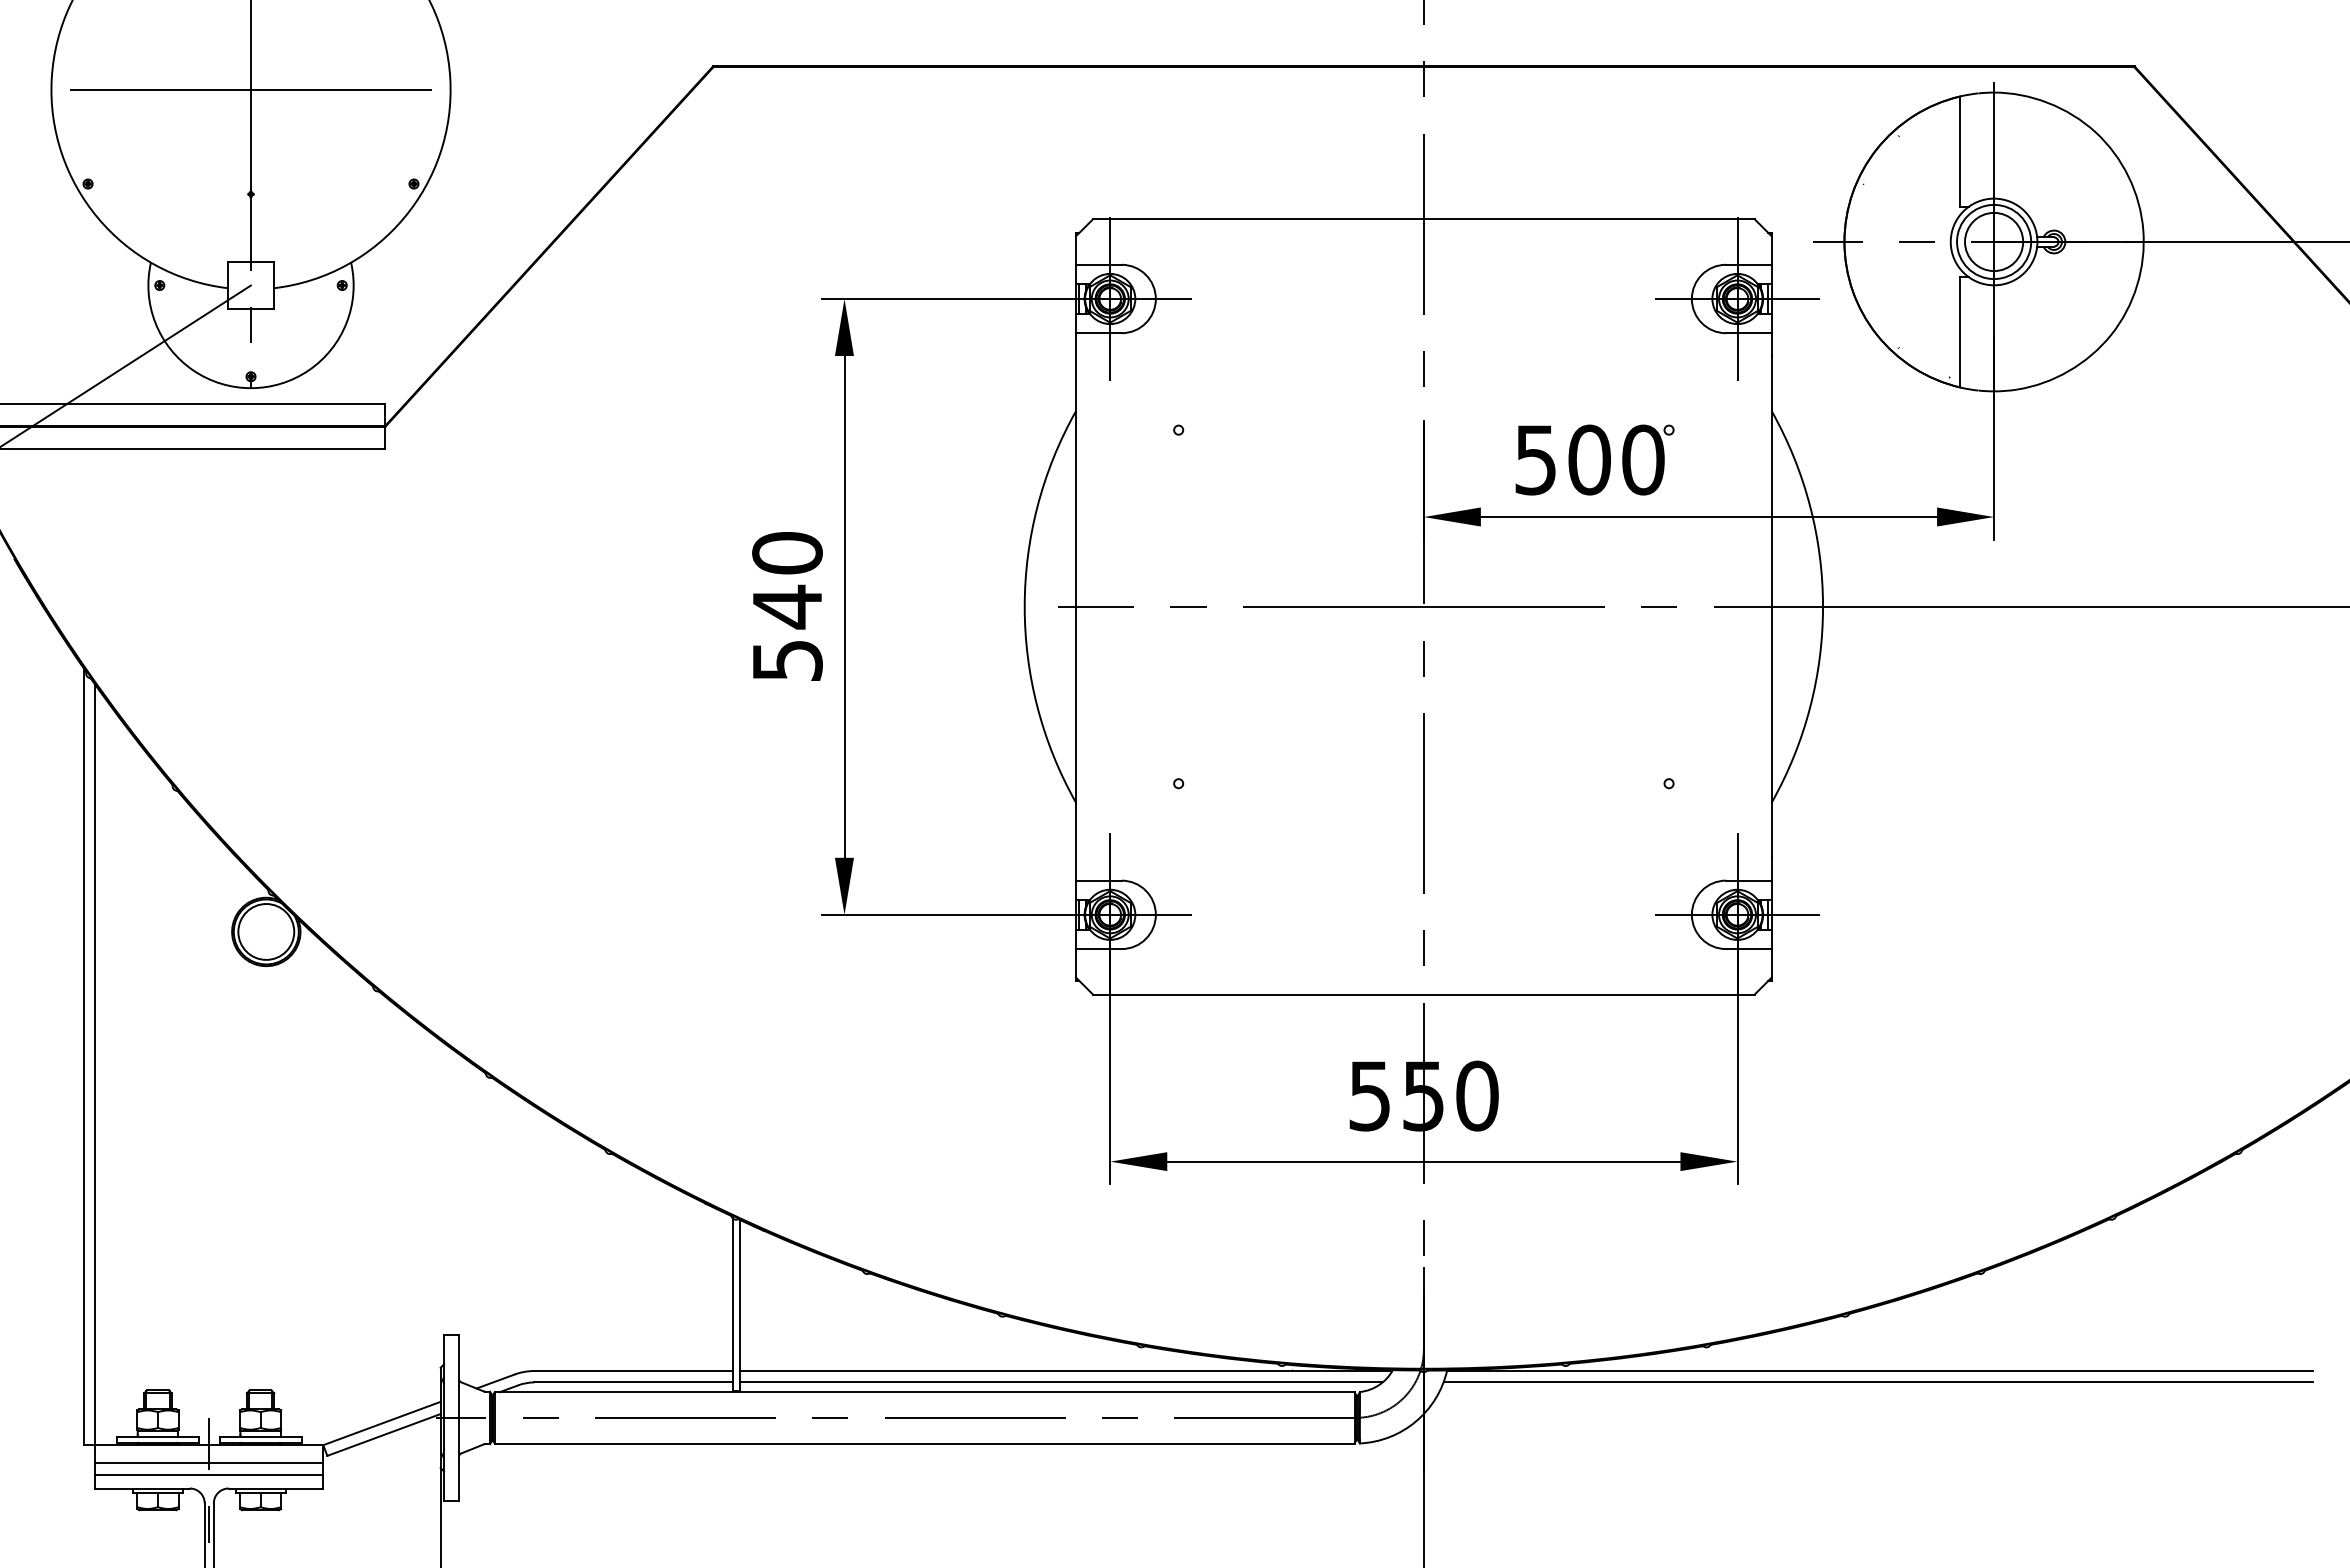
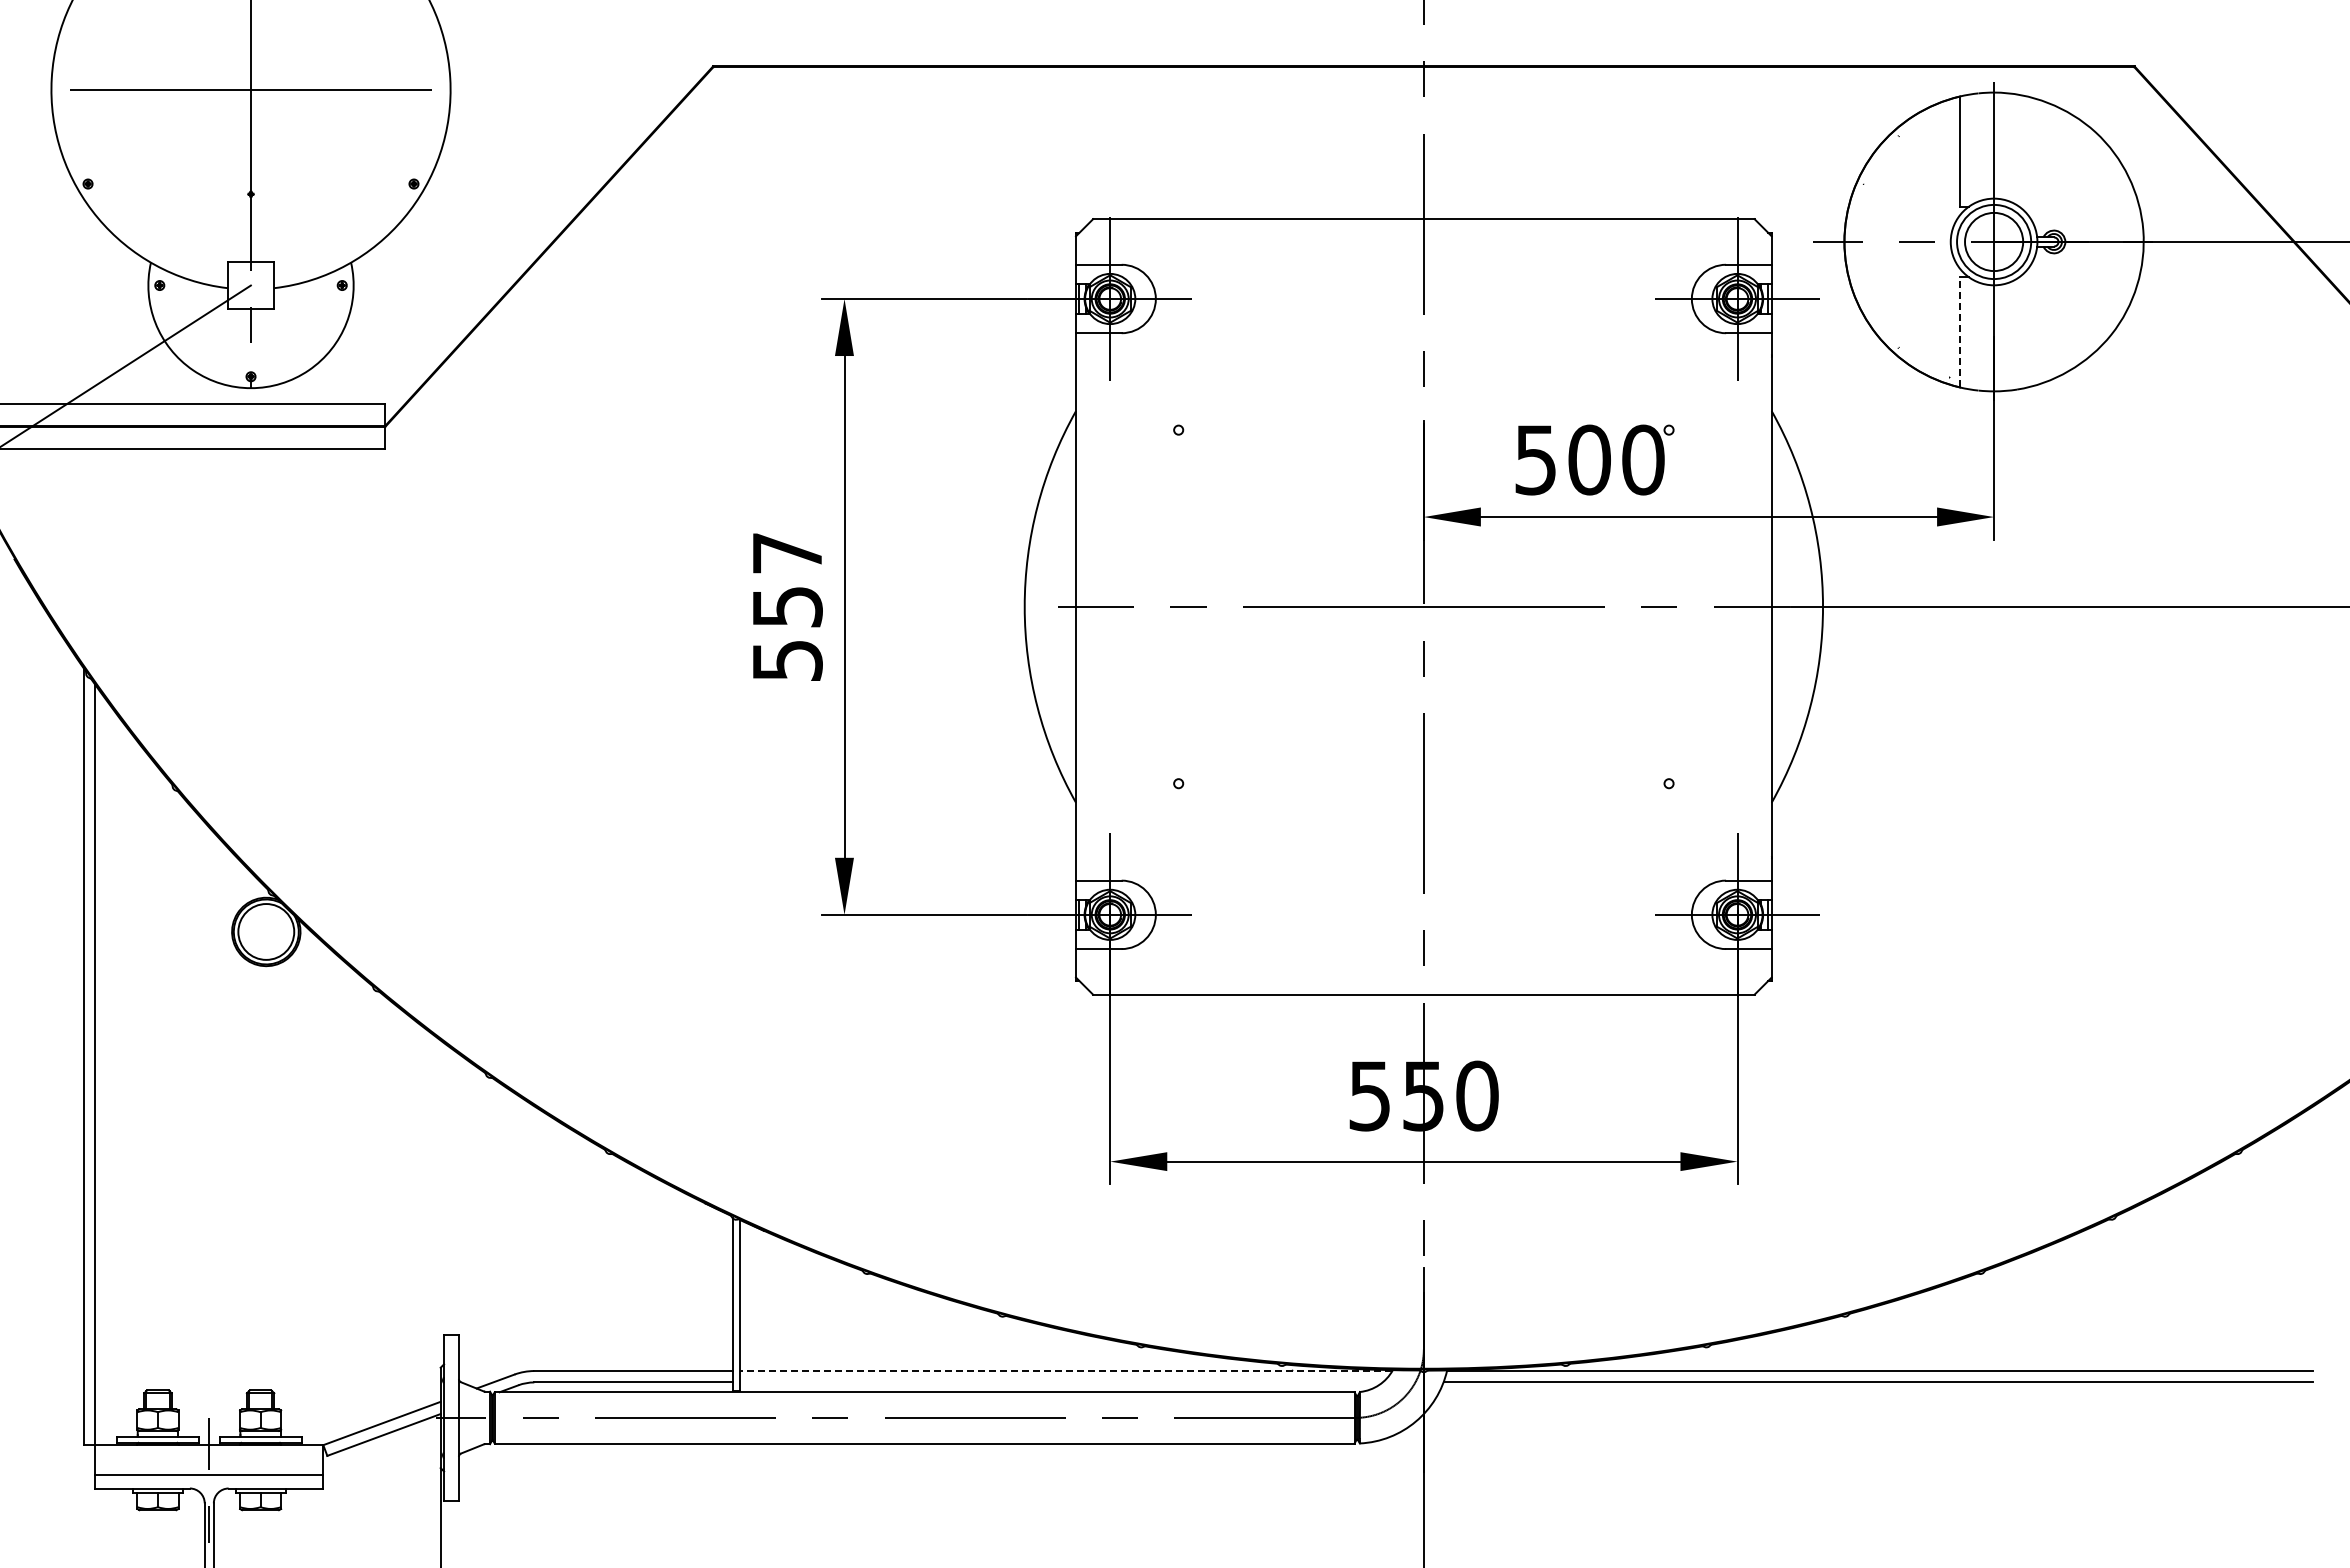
line at (1959, 331): solid -> dashed
text at (787, 580): 540 -> 557
line at (1065, 1371): solid -> dashed
line at (1060, 1382): present -> none
line at (209, 1463): present -> none
